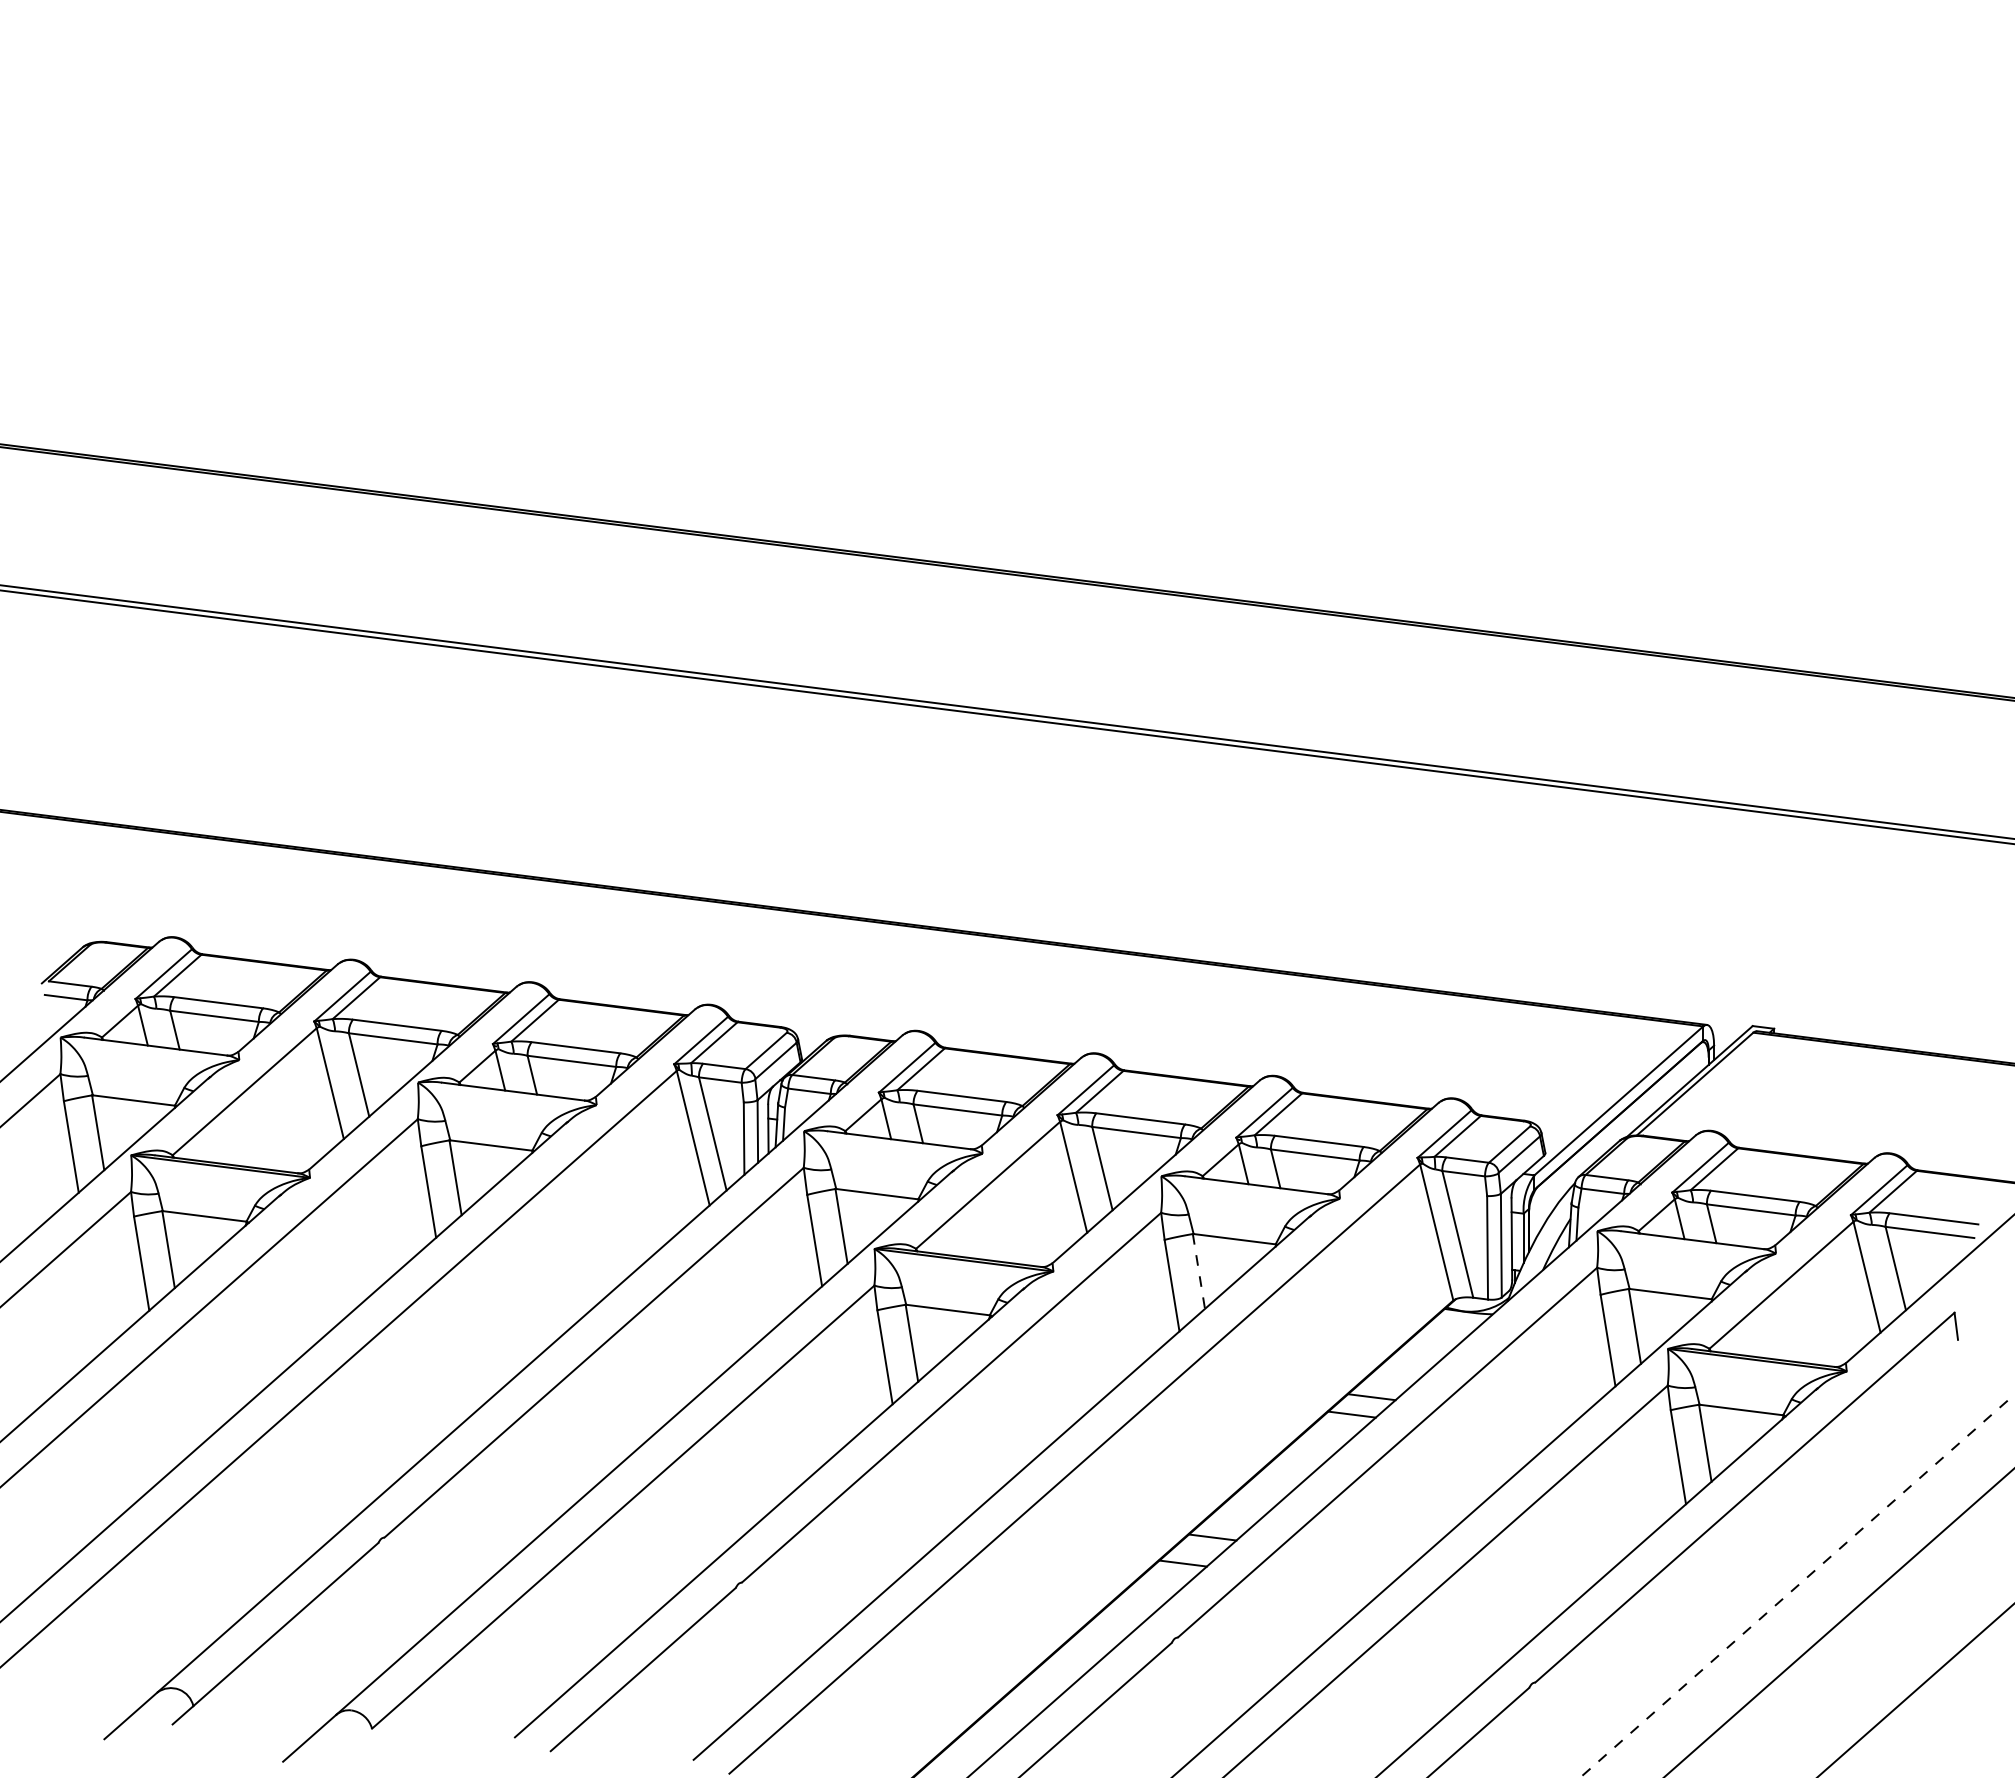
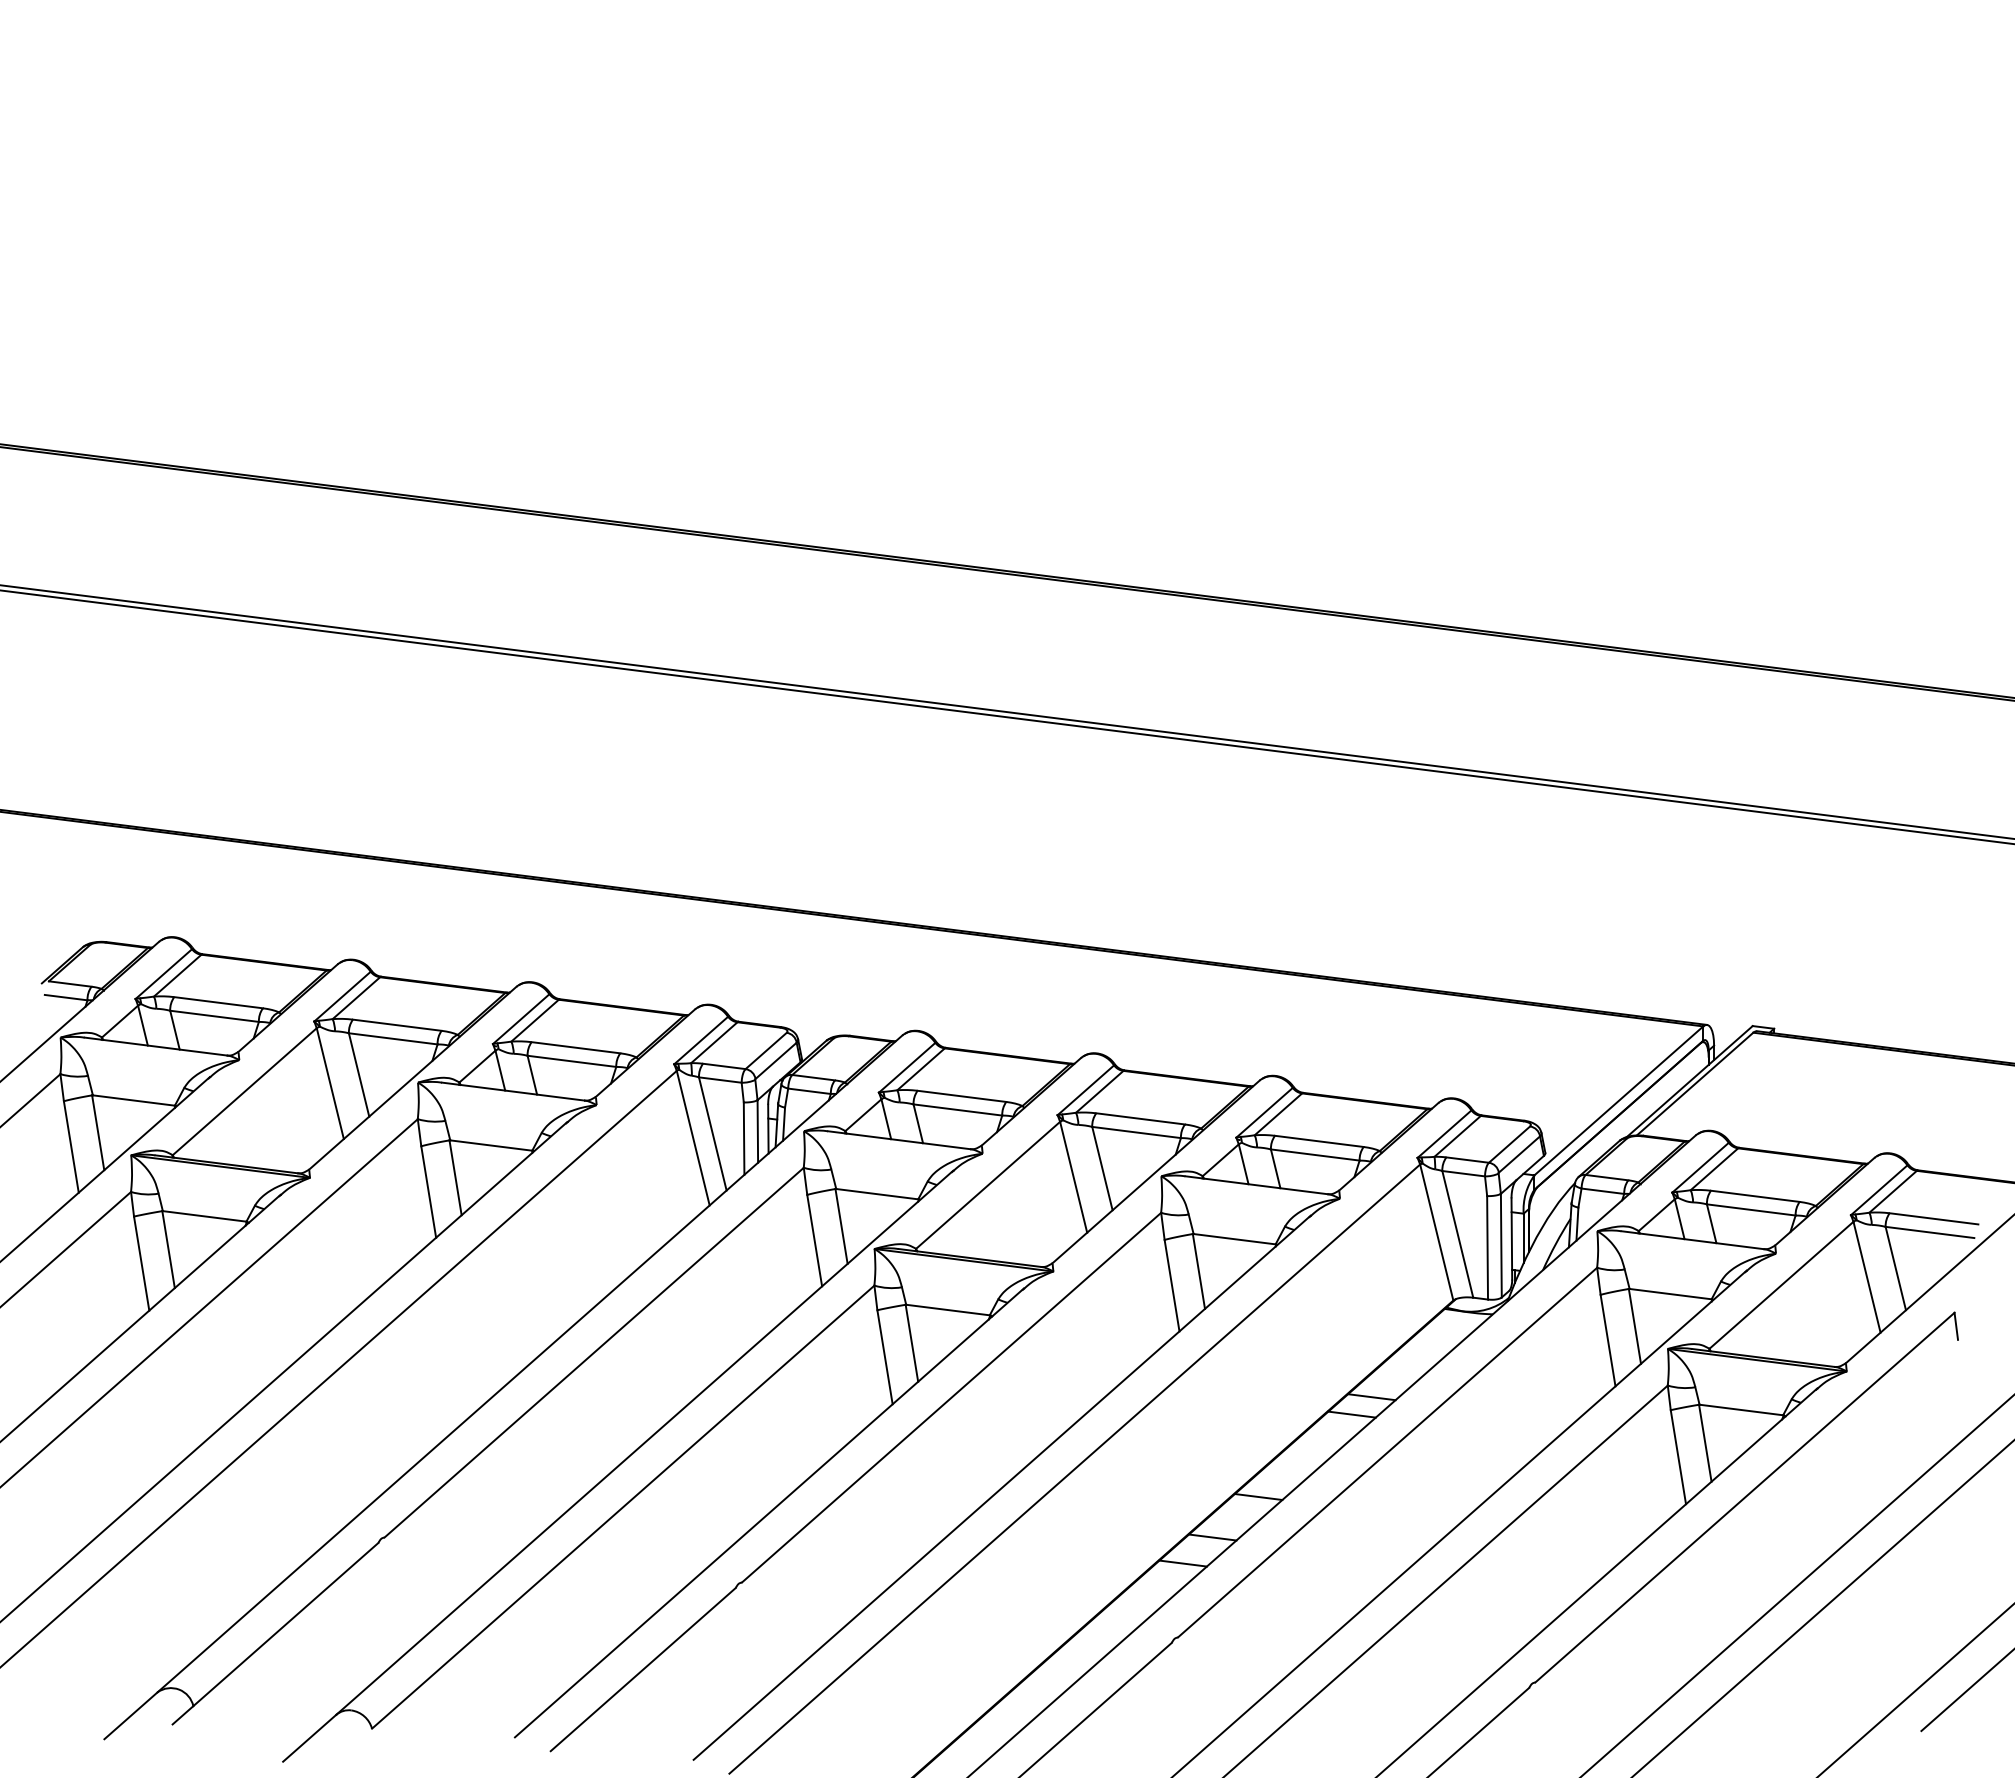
line at (1198, 1271): dashed -> solid
line at (1258, 1497): none -> present
line at (1797, 1586): dashed -> solid
line at (1839, 1622) position: (1839, 1622) -> (1822, 1608)
line at (1966, 1691): none -> present
